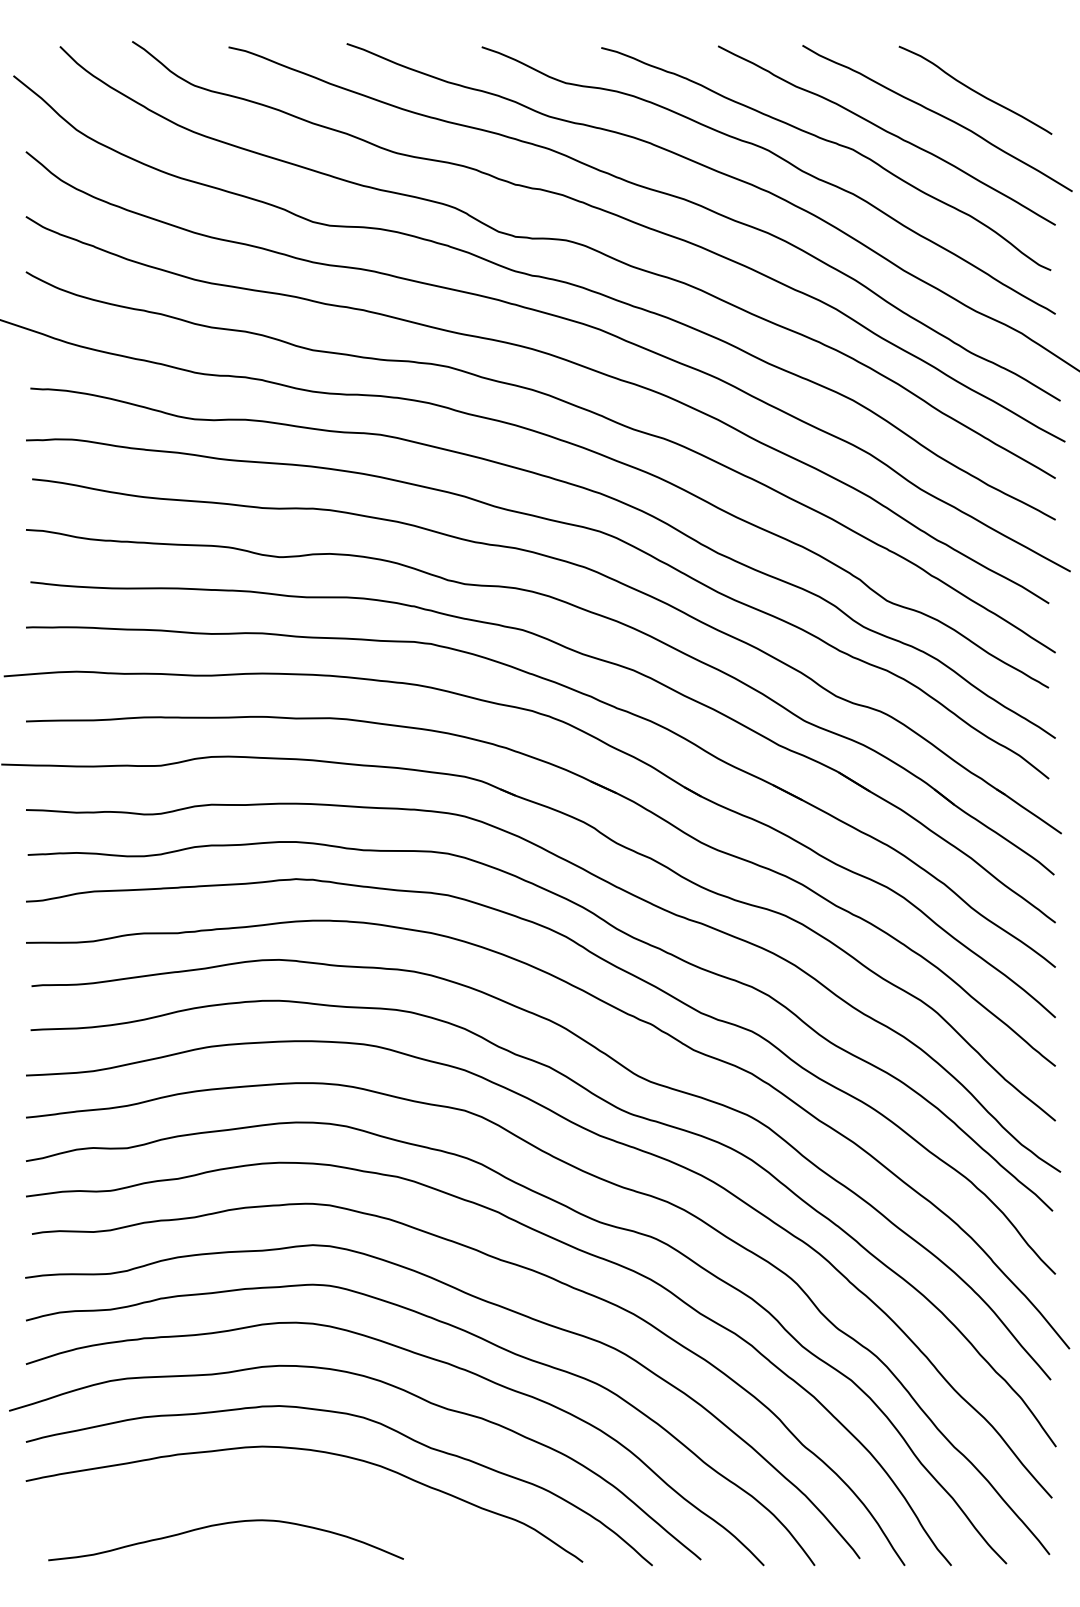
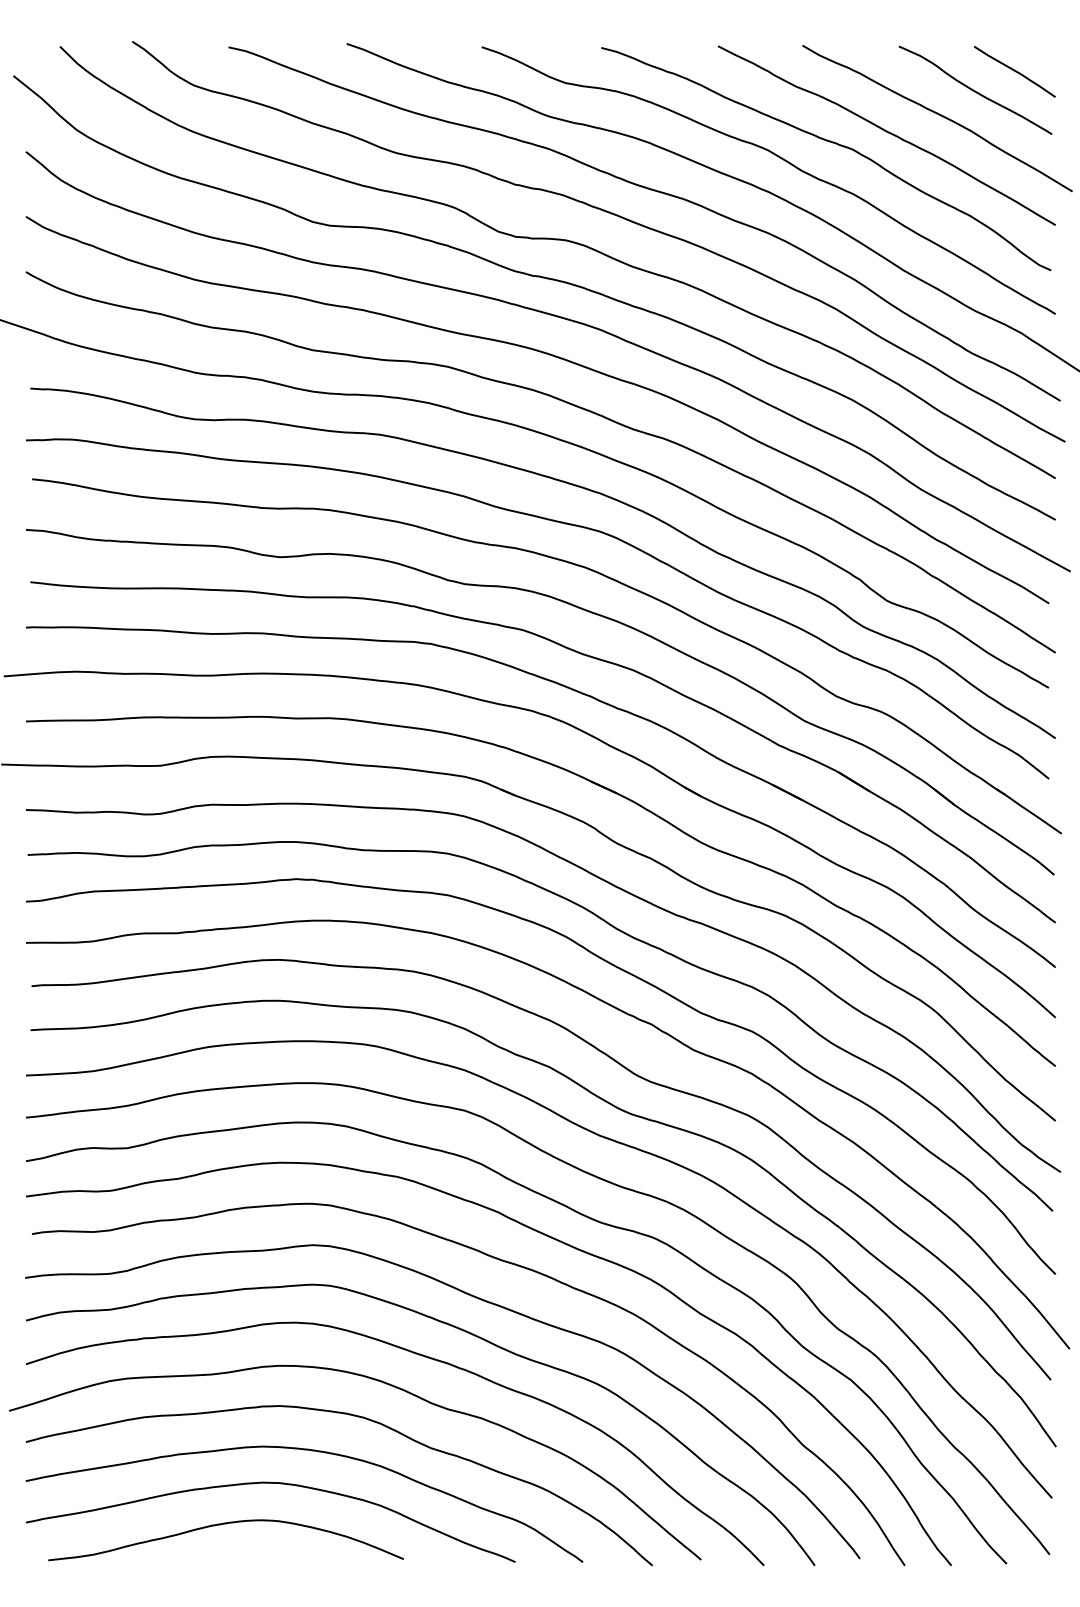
curve at (1014, 71): none -> present
curve at (270, 1483): none -> present
